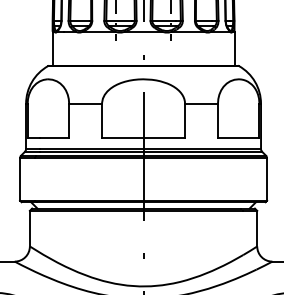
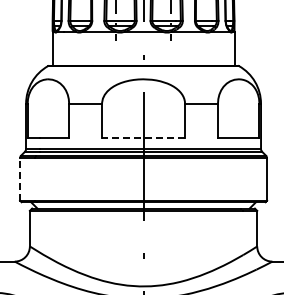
line at (143, 137): solid -> dashed
line at (20, 179): solid -> dashed
